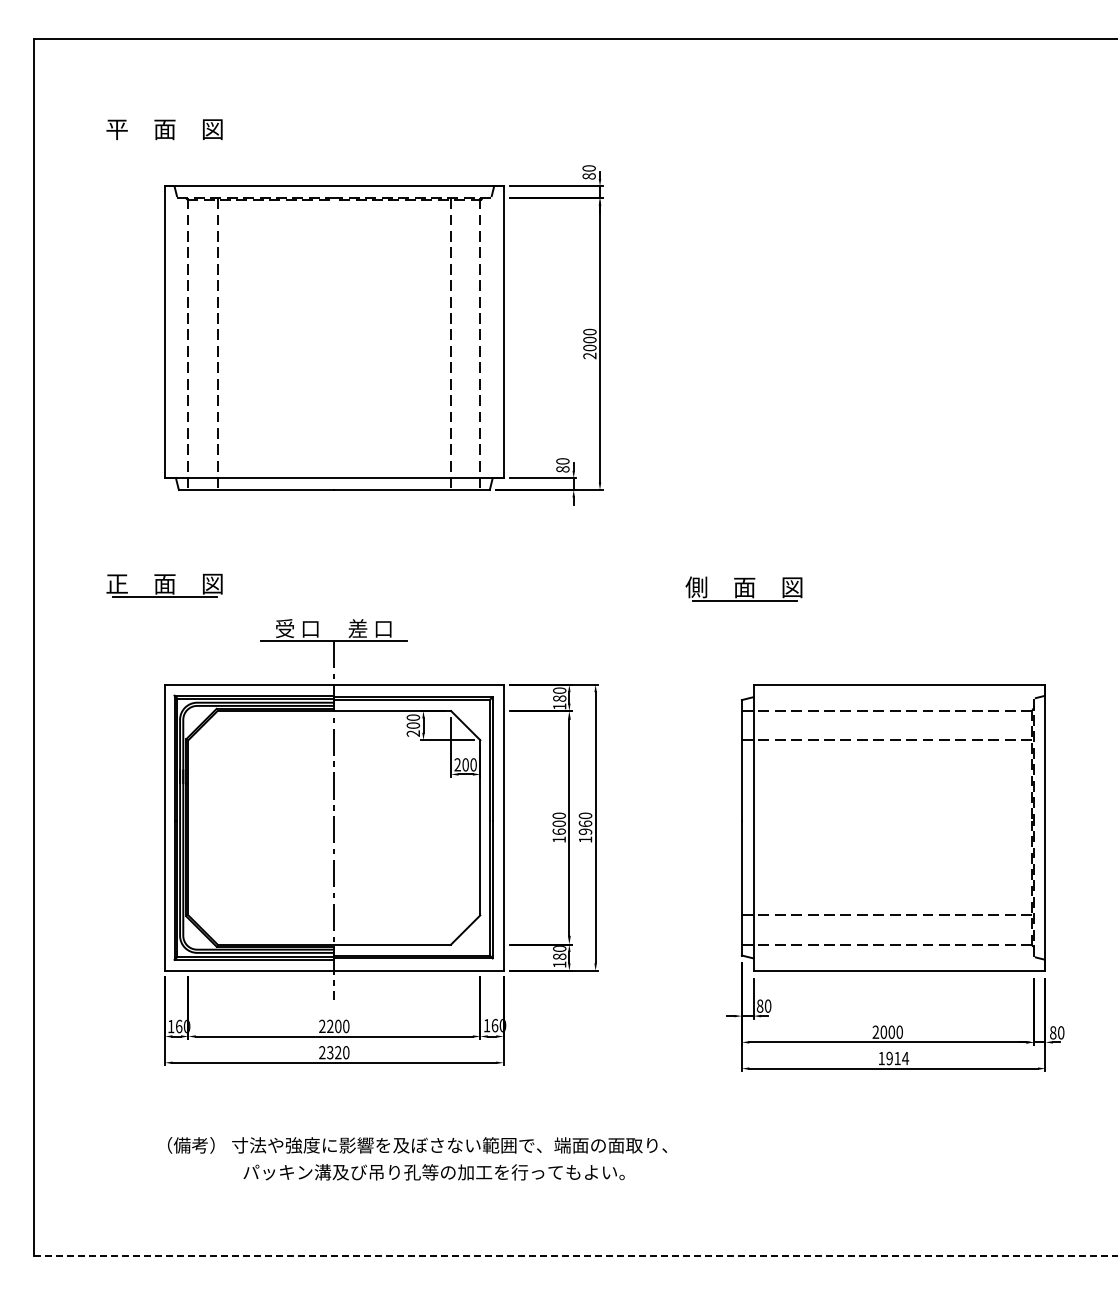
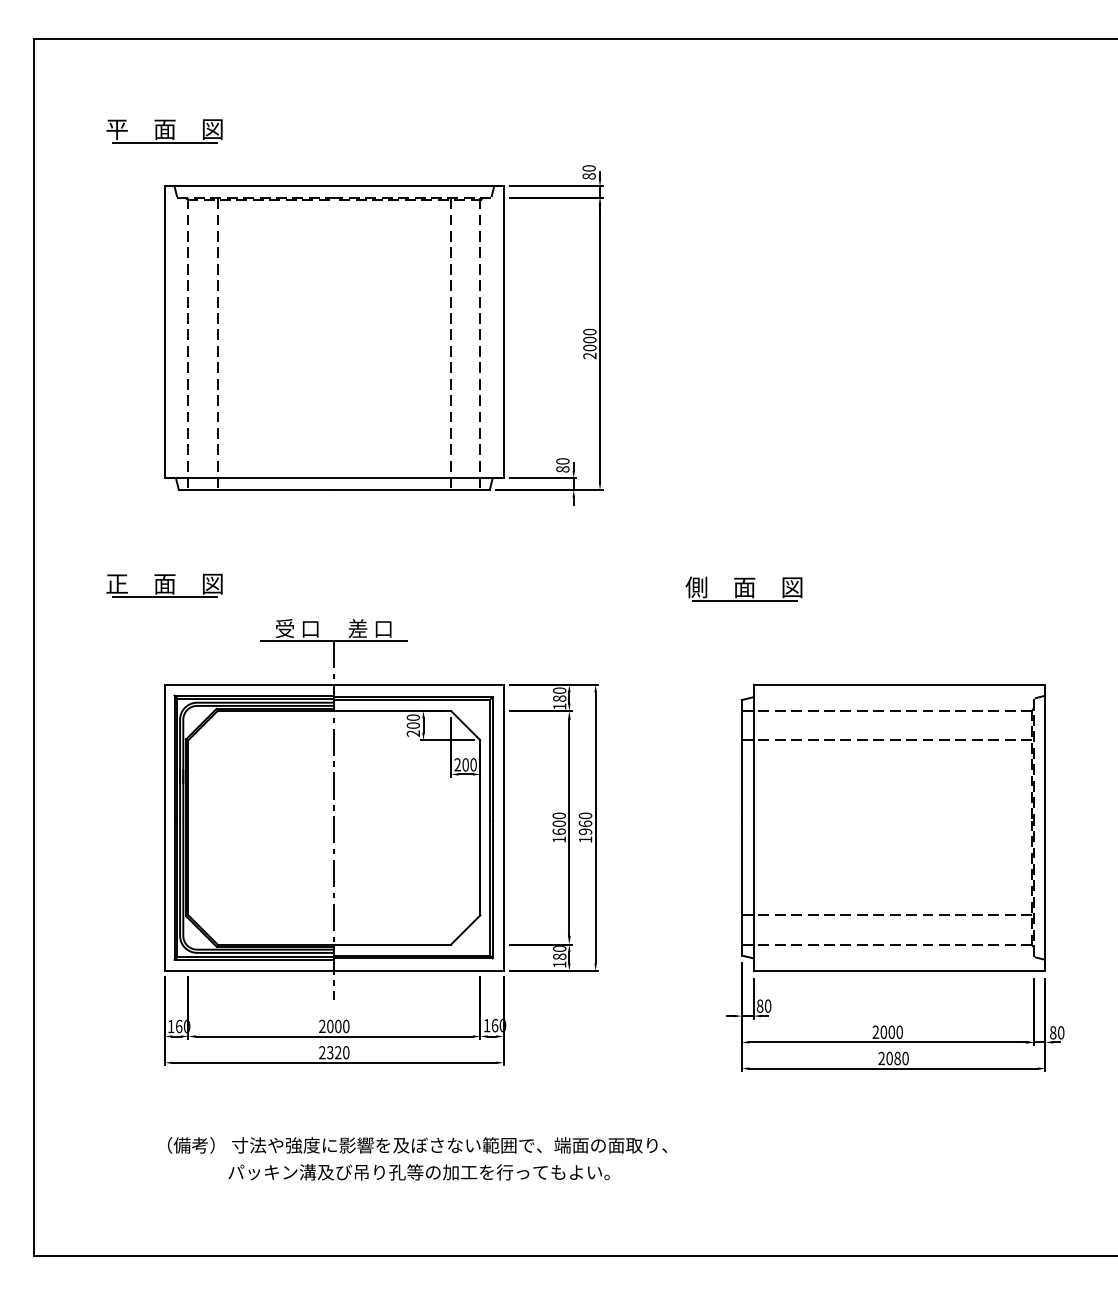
line at (164, 142): none -> present
text at (330, 1026): 2200 -> 2000
text at (893, 1058): 1914 -> 2080
text at (433, 1172) position: (433, 1172) -> (418, 1172)
line at (575, 1256): dashed -> solid
